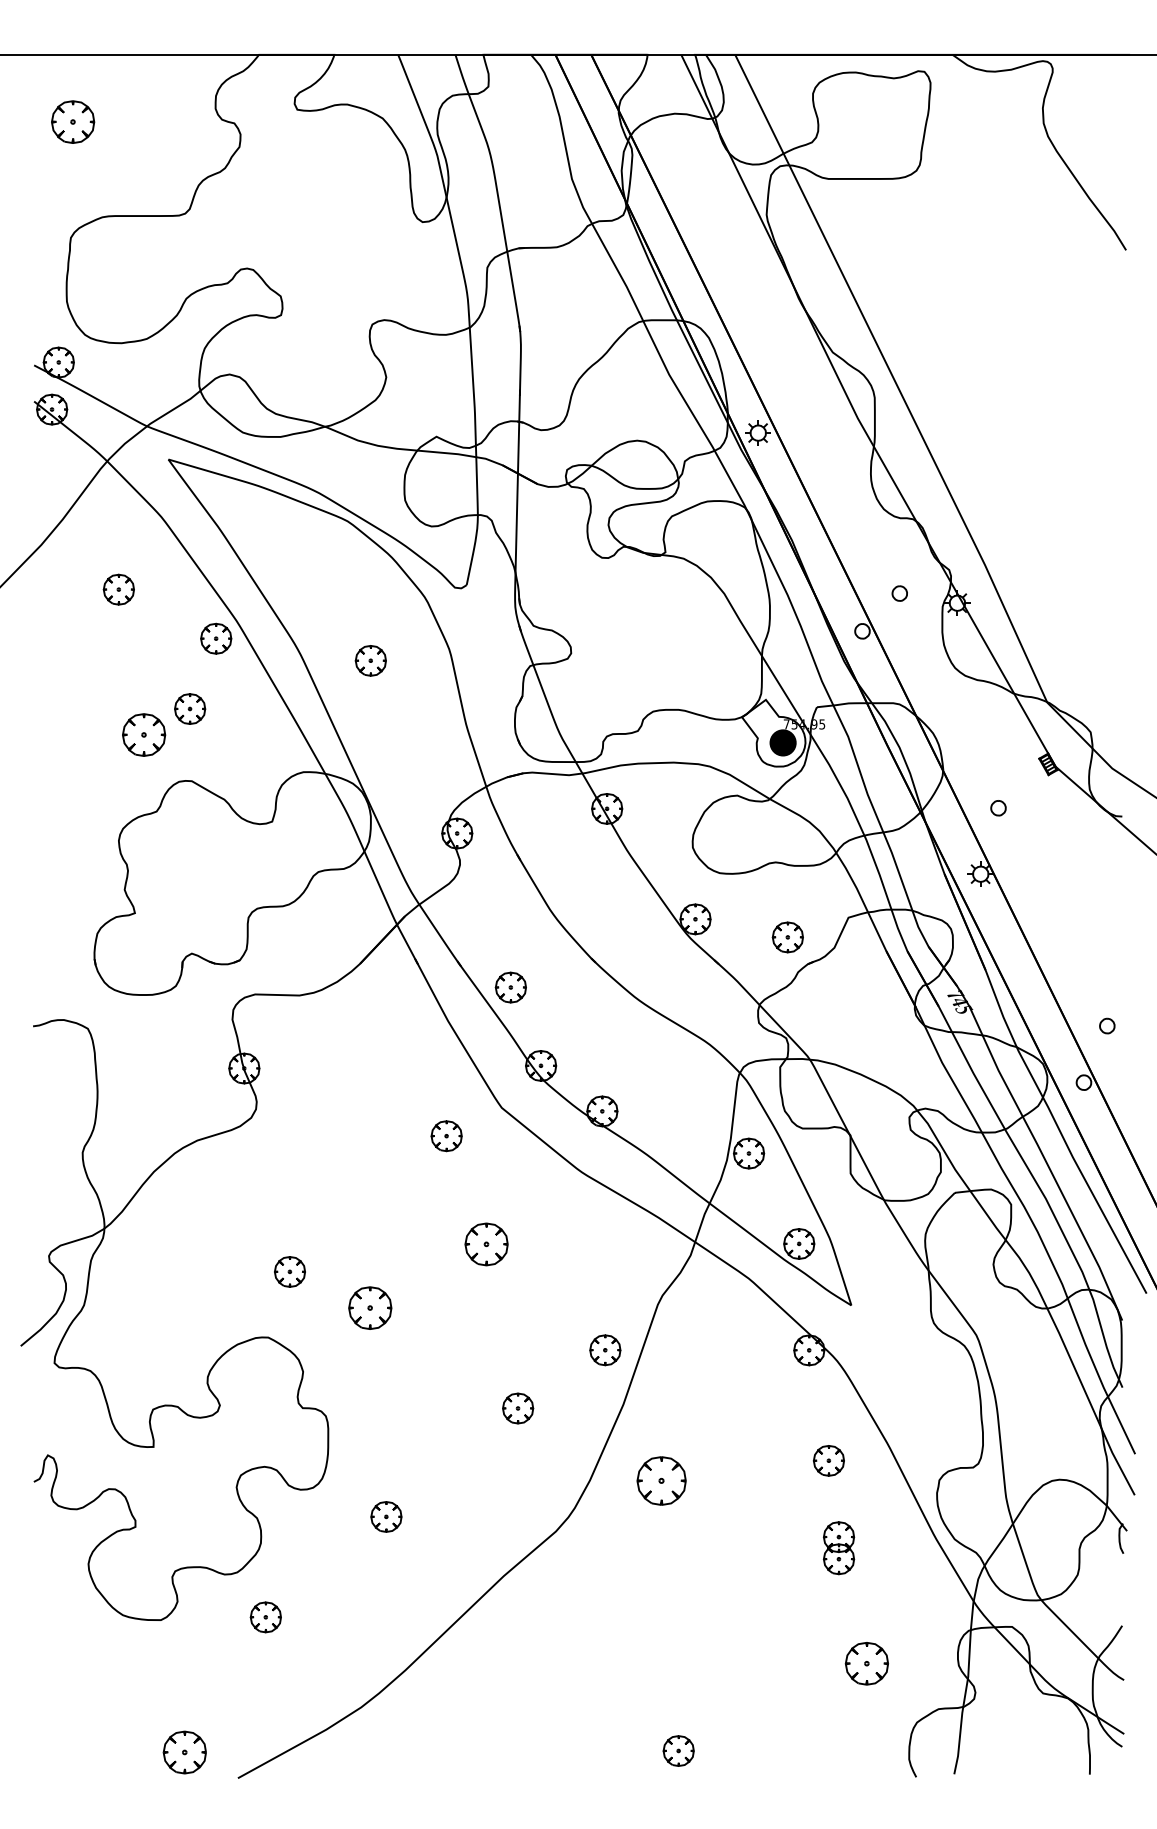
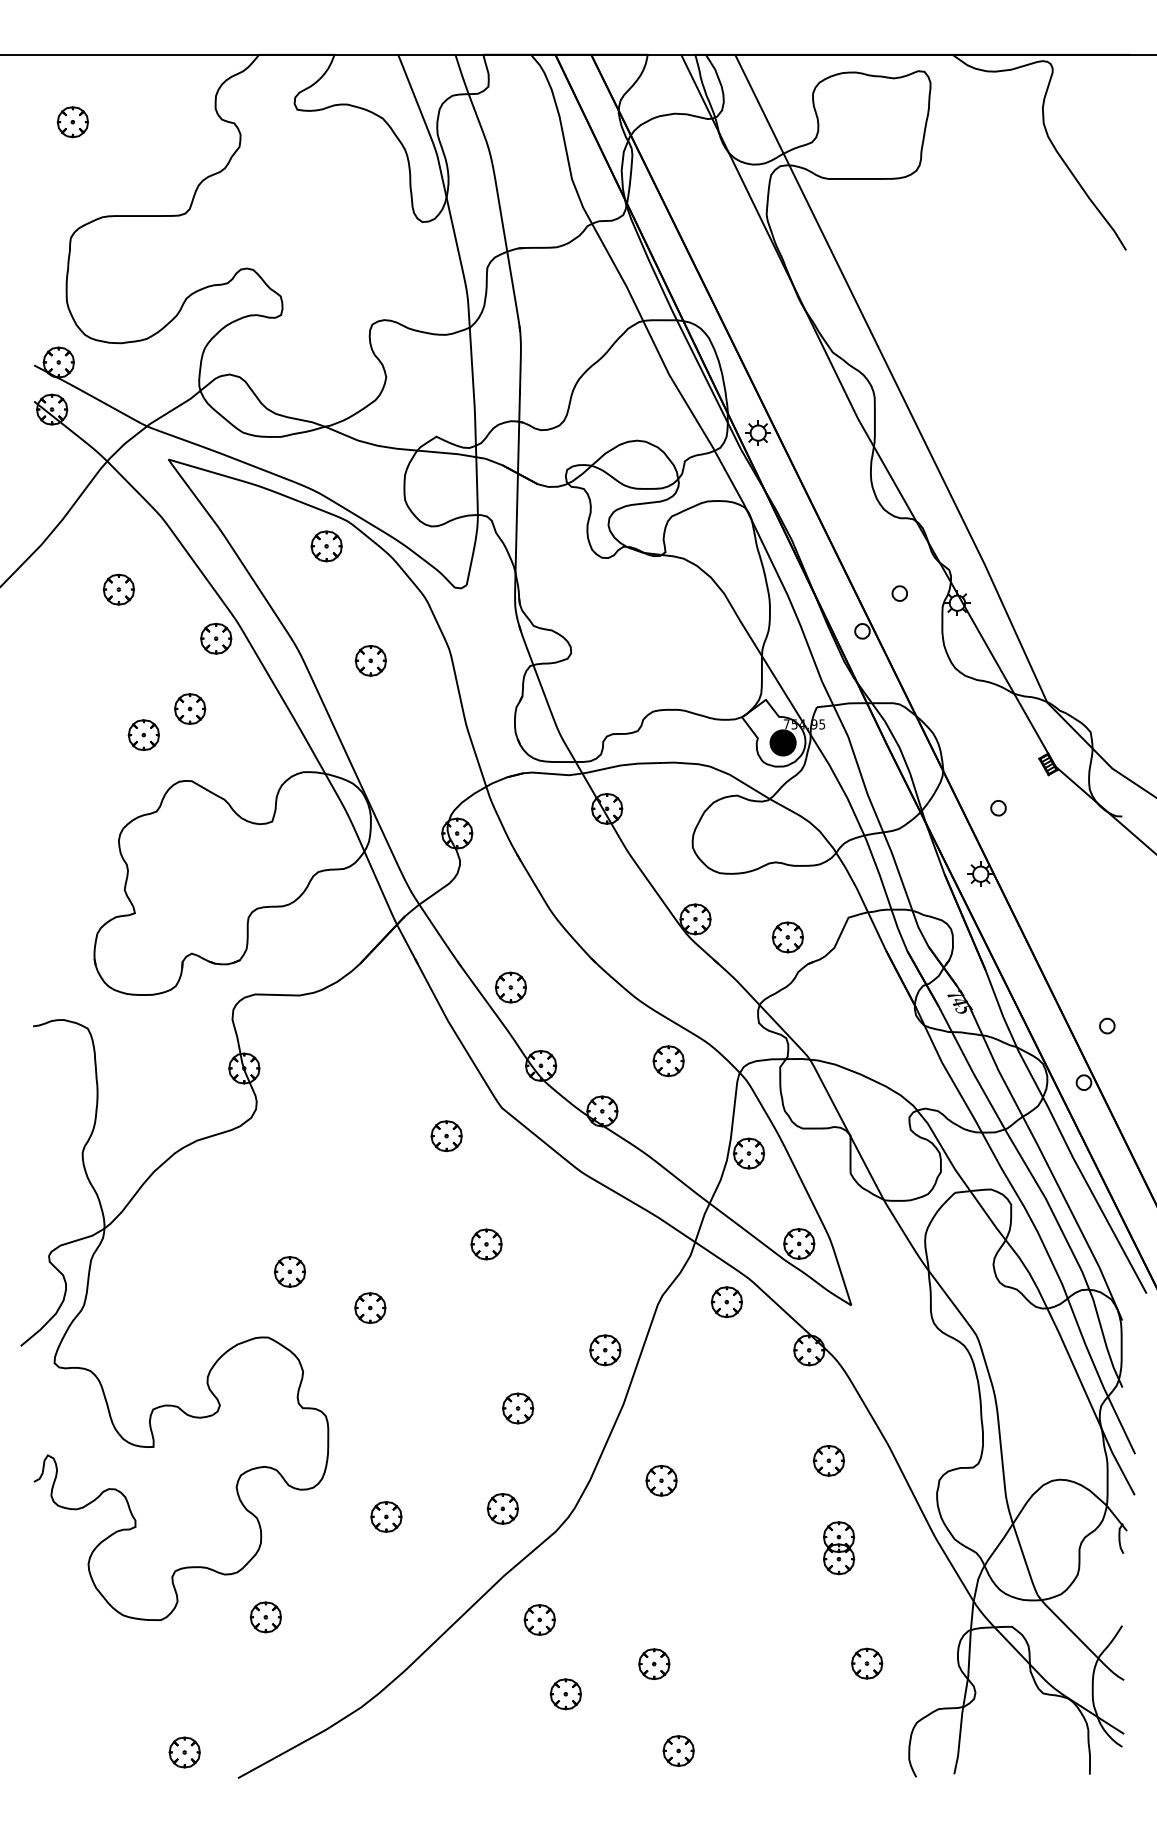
part at (73, 121) size: 45x44 px -> 33x33 px
part at (326, 546): none -> present
part at (144, 734) size: 45x44 px -> 33x33 px
part at (668, 1061): none -> present
part at (486, 1244) size: 45x45 px -> 33x33 px
part at (726, 1302): none -> present
part at (370, 1307) size: 45x44 px -> 33x32 px
part at (661, 1480) size: 51x50 px -> 33x33 px
part at (502, 1508): none -> present
part at (539, 1619): none -> present
part at (866, 1663) size: 45x44 px -> 33x33 px
part at (654, 1664): none -> present
part at (565, 1694): none -> present
part at (184, 1752) size: 45x45 px -> 33x33 px
